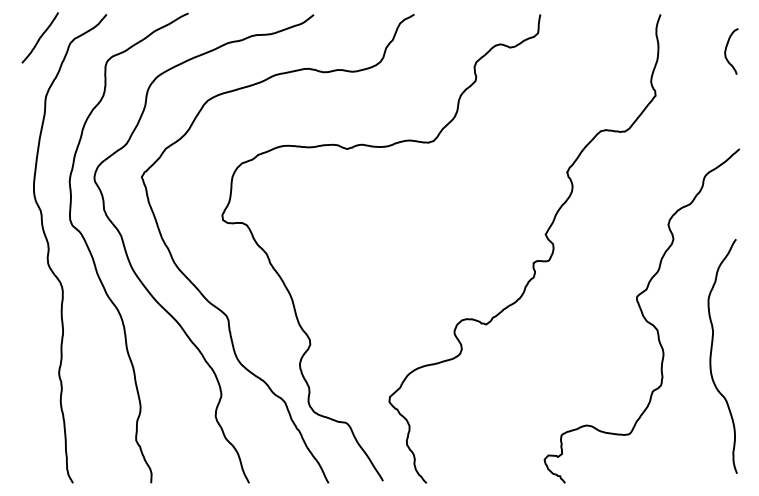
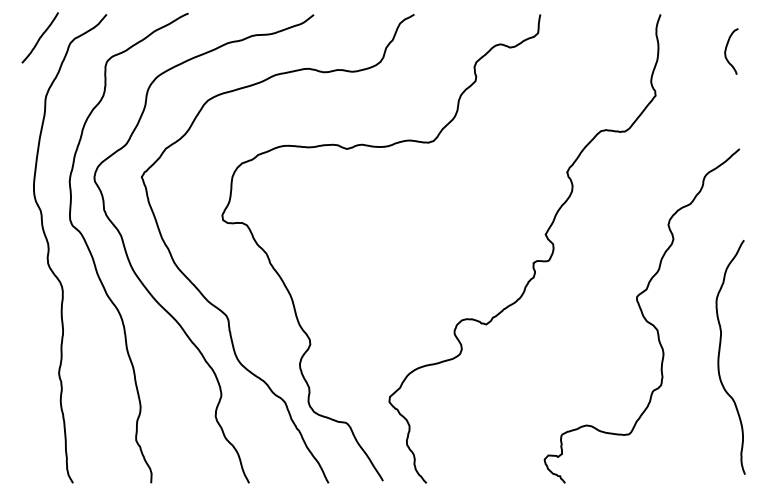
curve at (711, 356) position: (711, 356) -> (719, 357)
